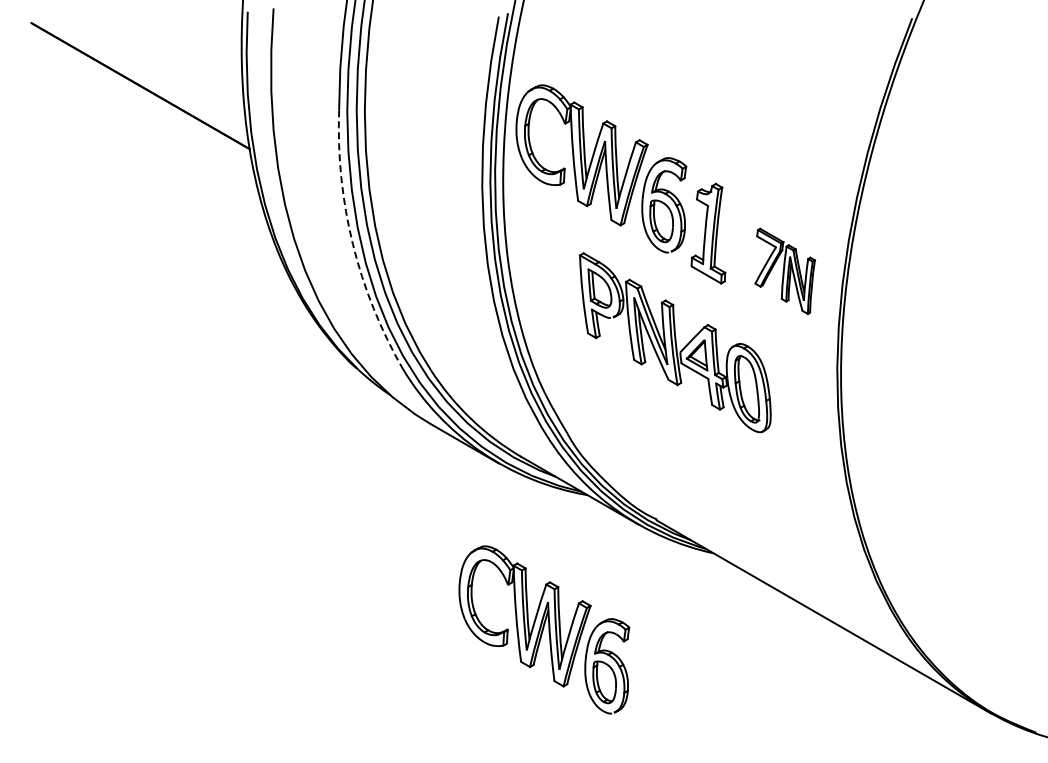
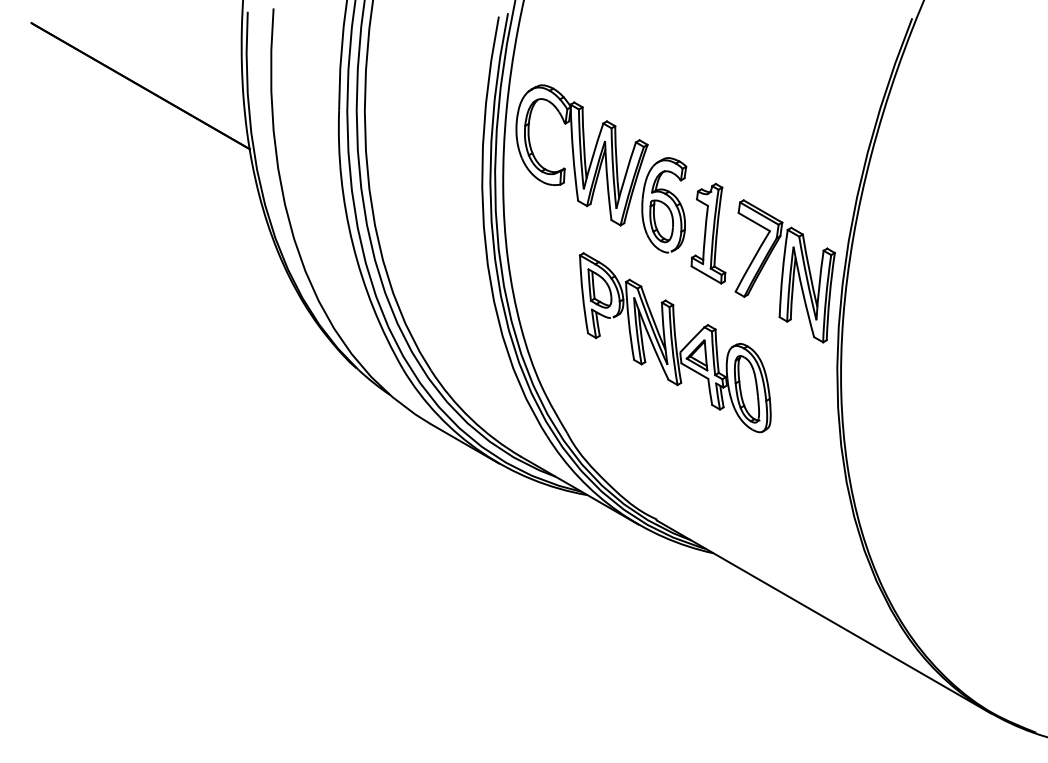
arc at (352, 244): dashed -> solid
part at (785, 271) size: 63x89 px -> 102x145 px
part at (544, 629): present -> none
